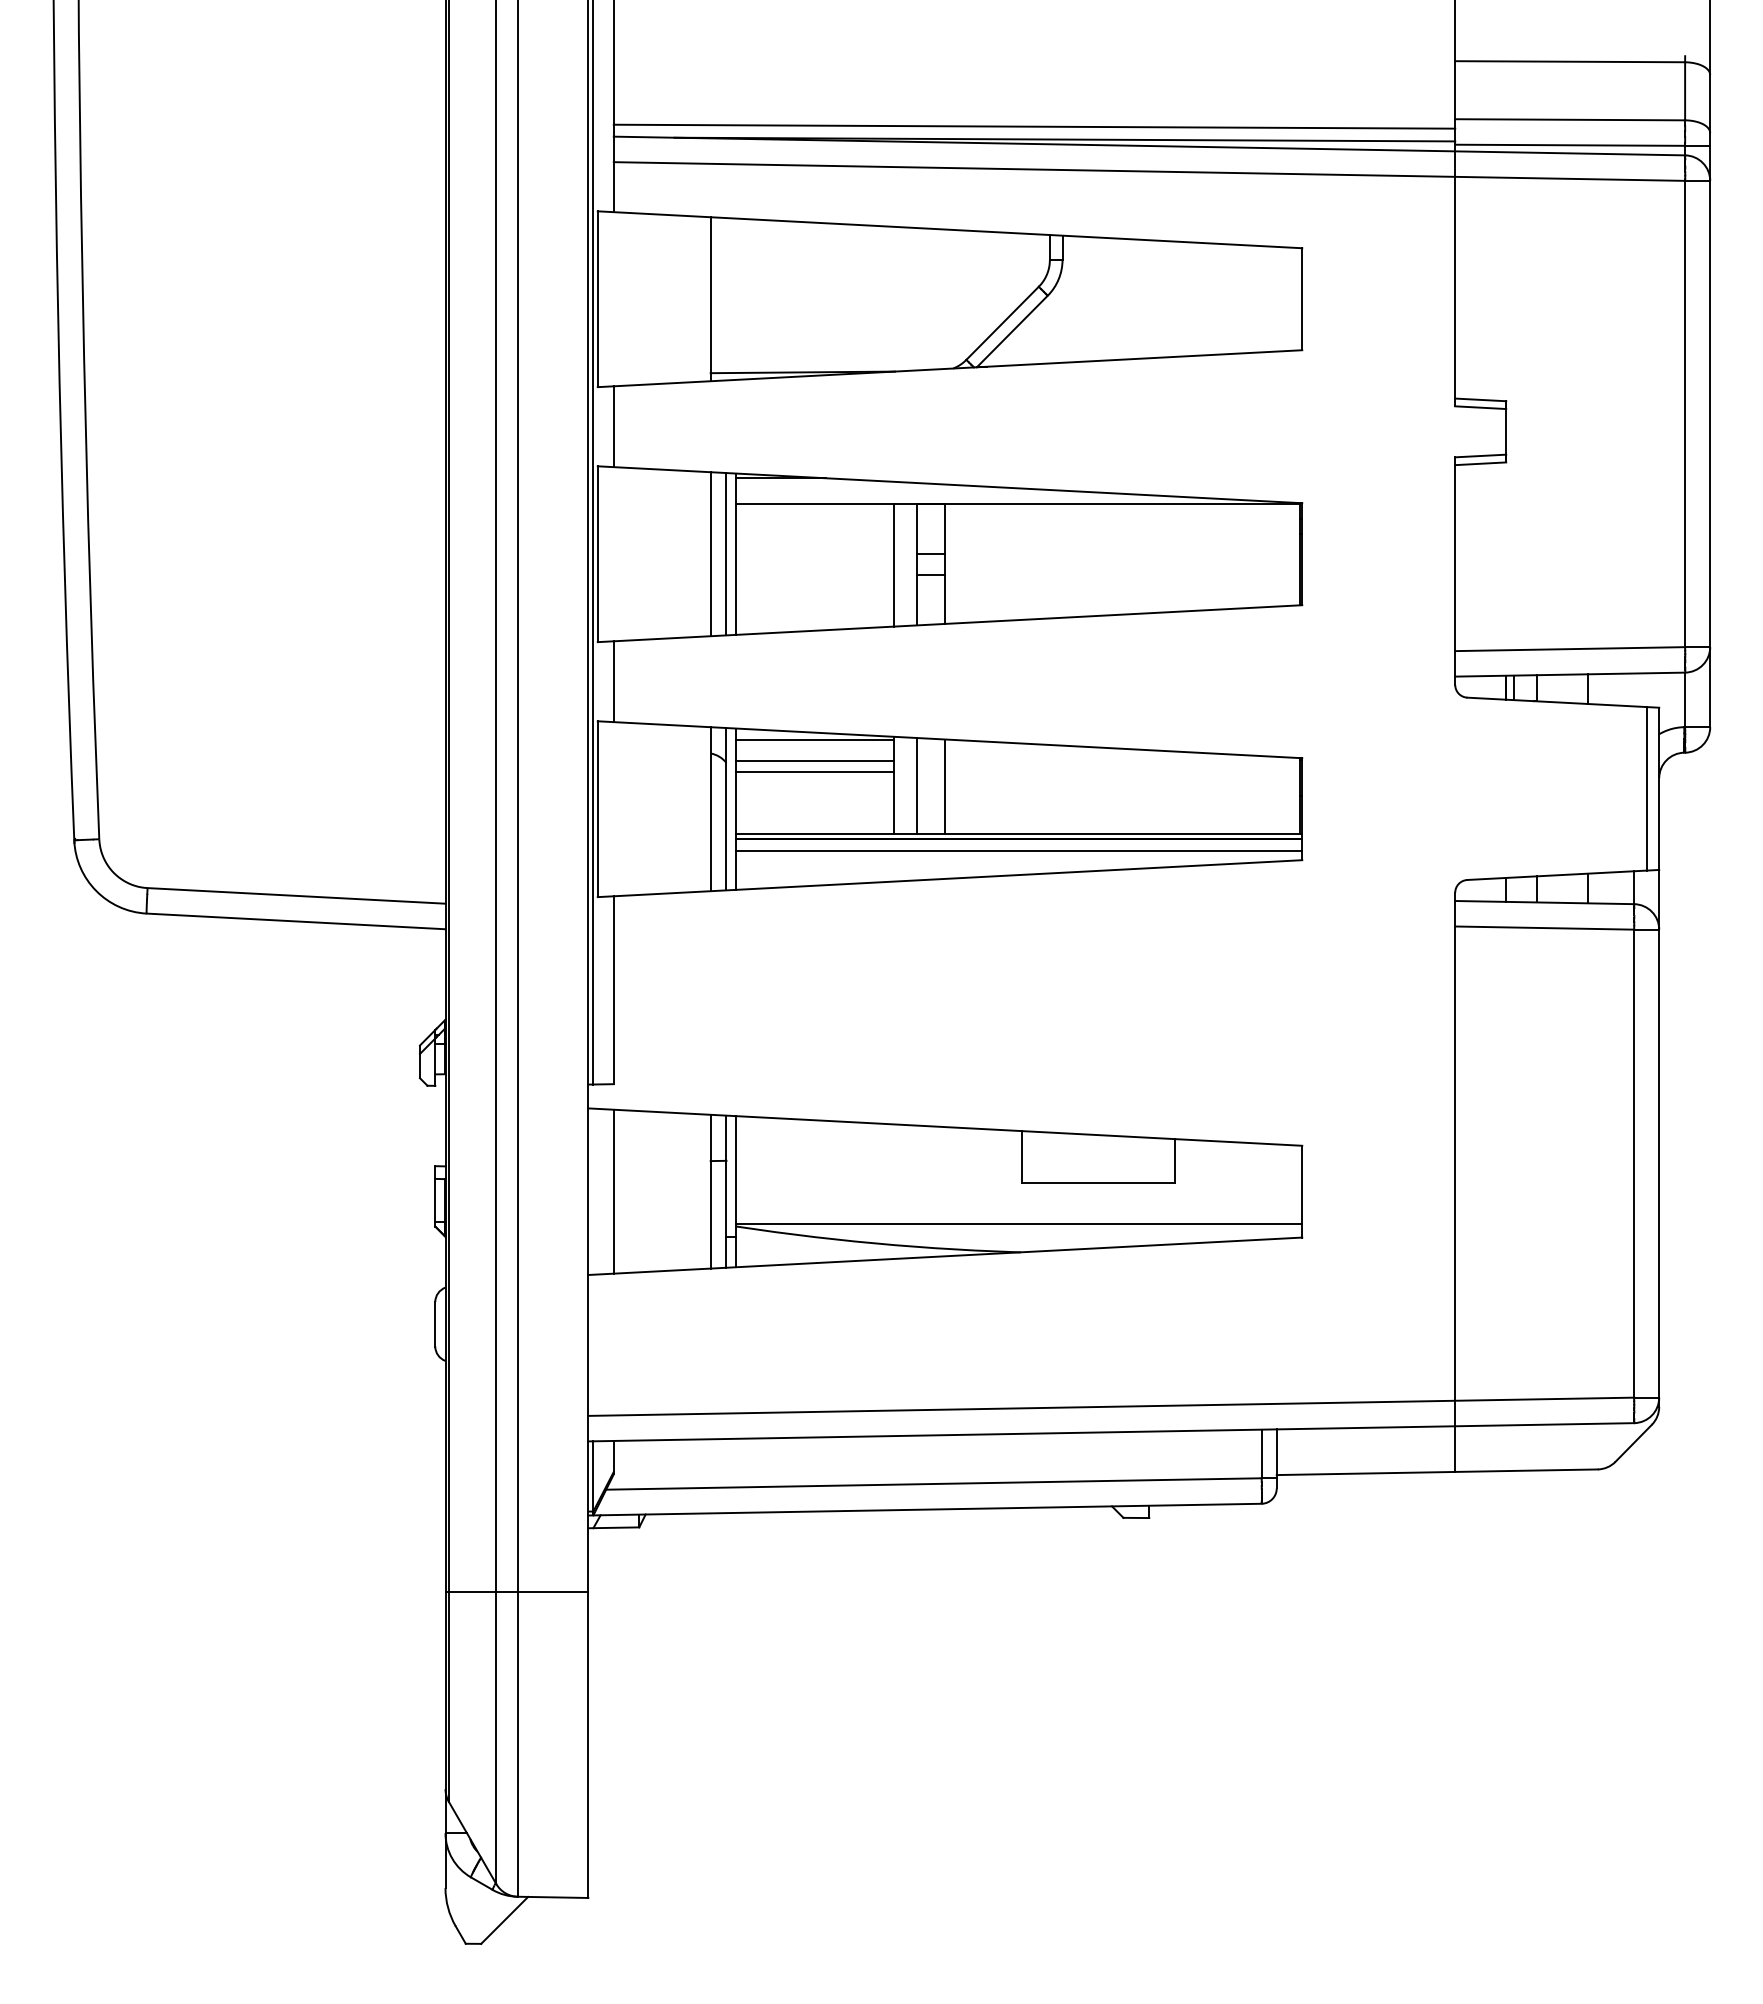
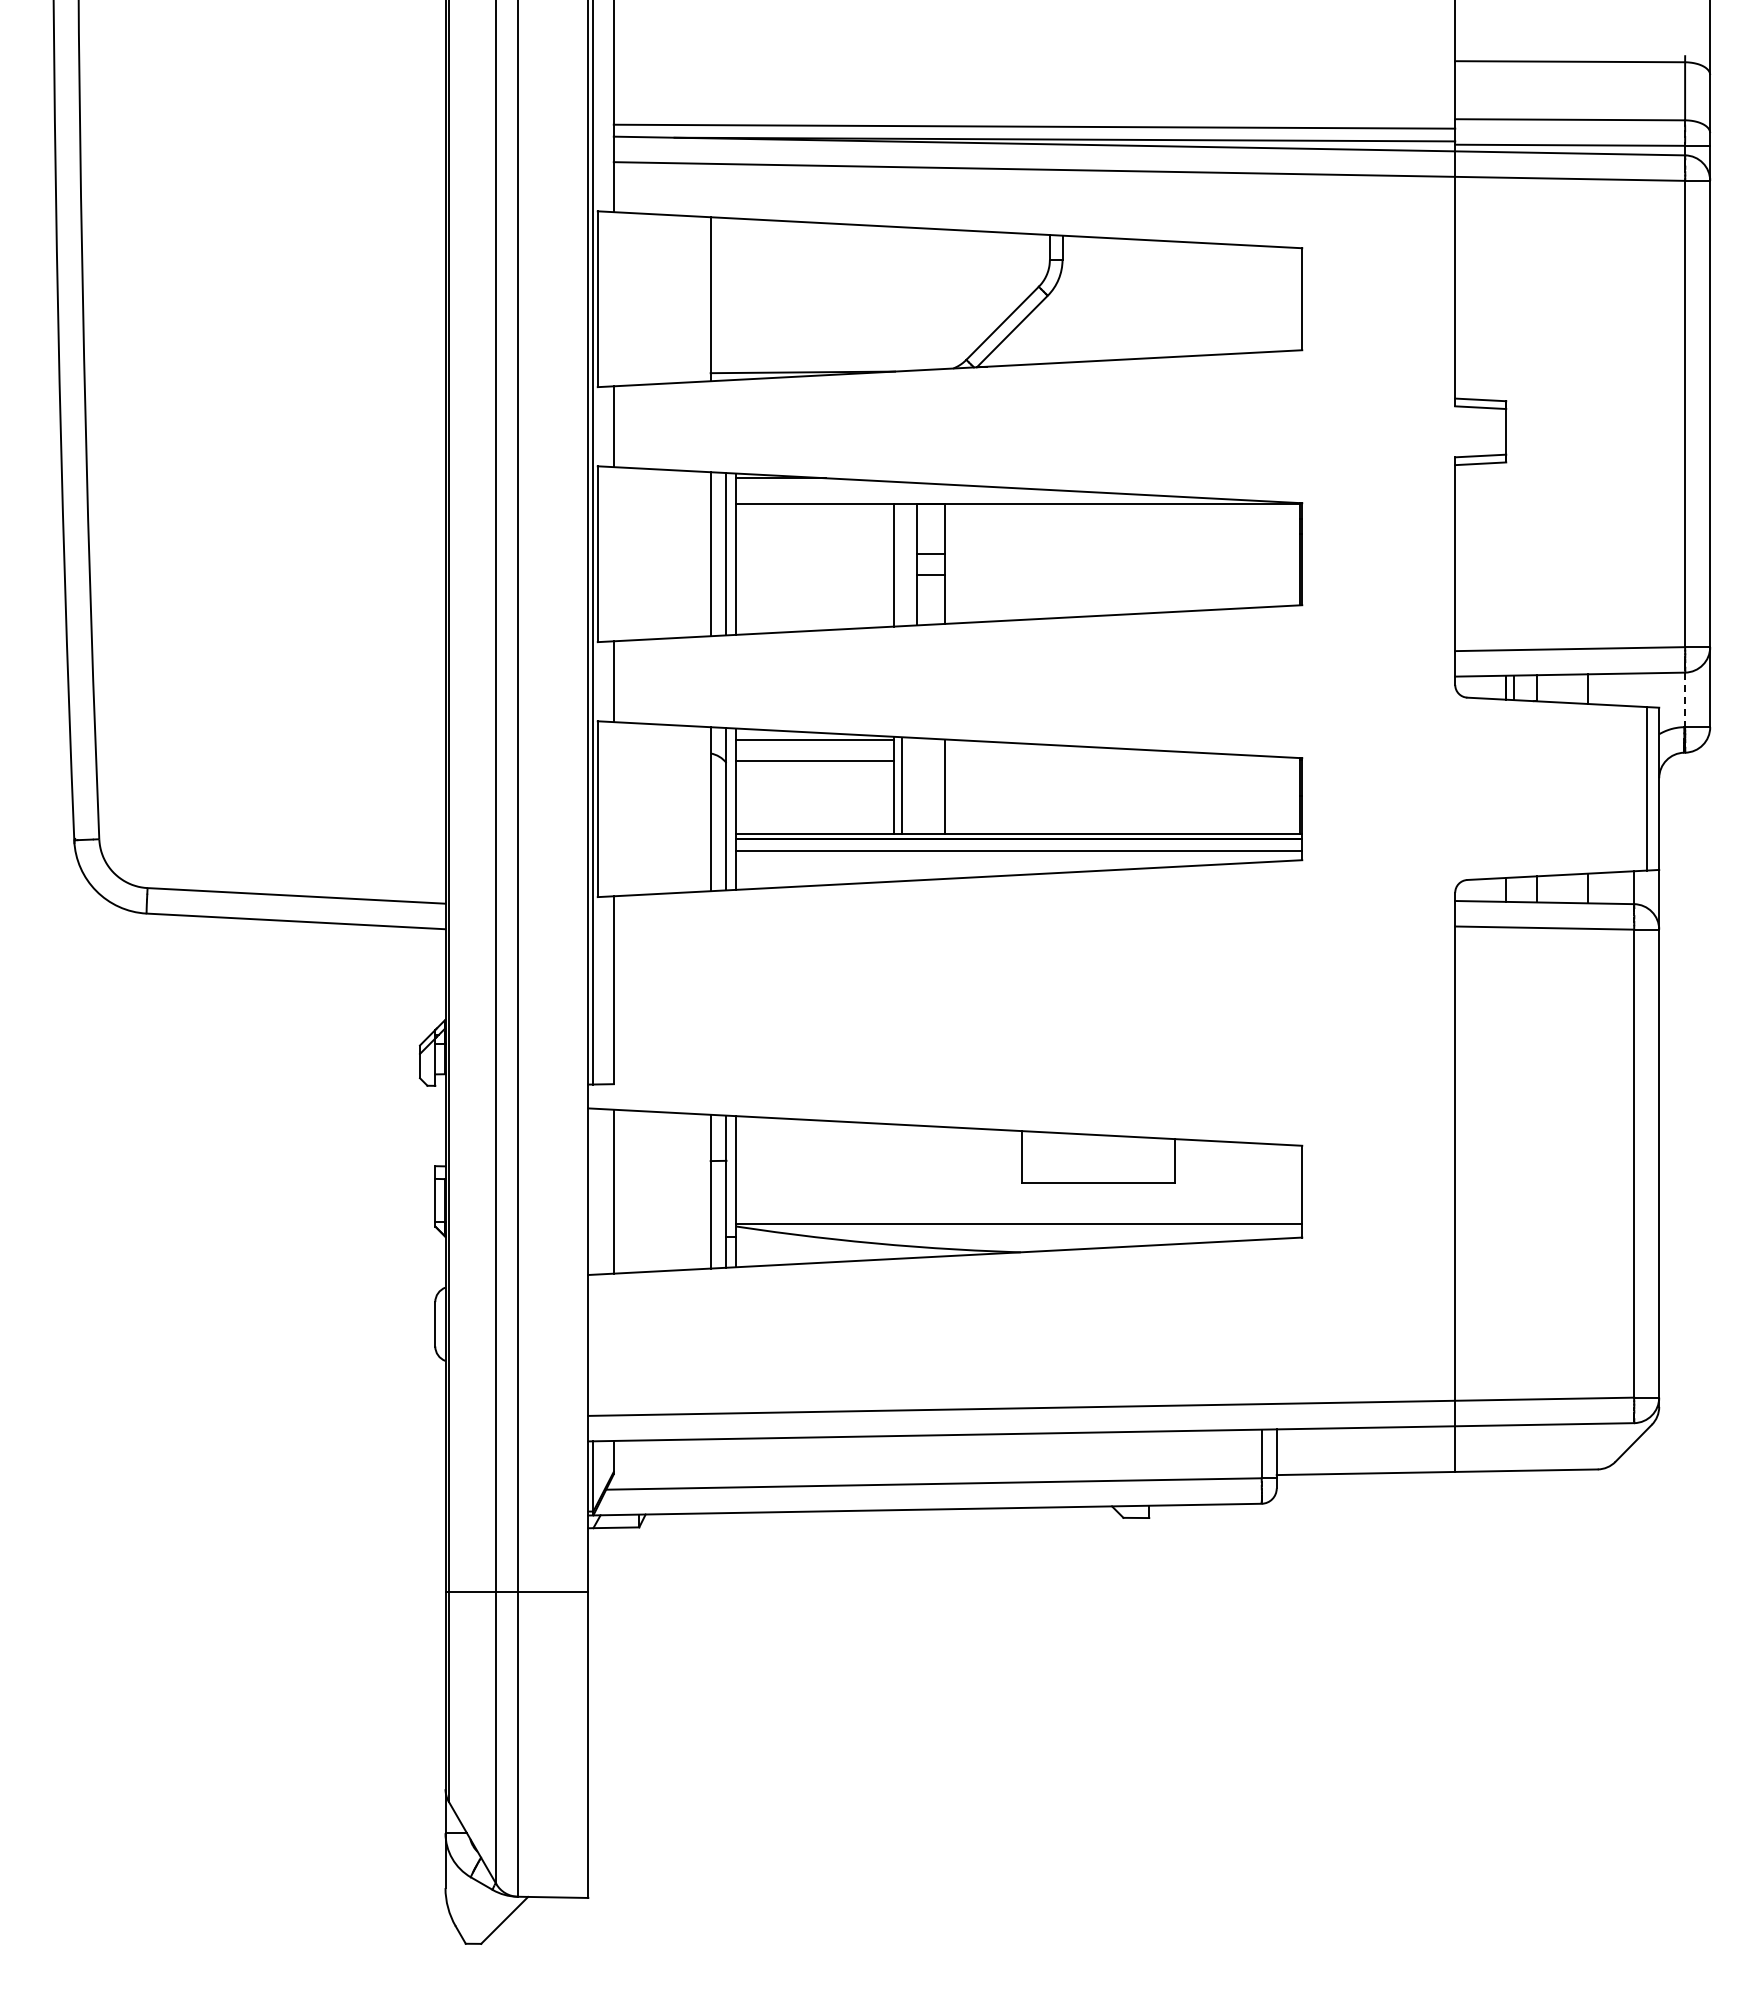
line at (1685, 700): solid -> dashed
line at (815, 772): present -> none
line at (917, 785) position: (917, 785) -> (902, 785)
